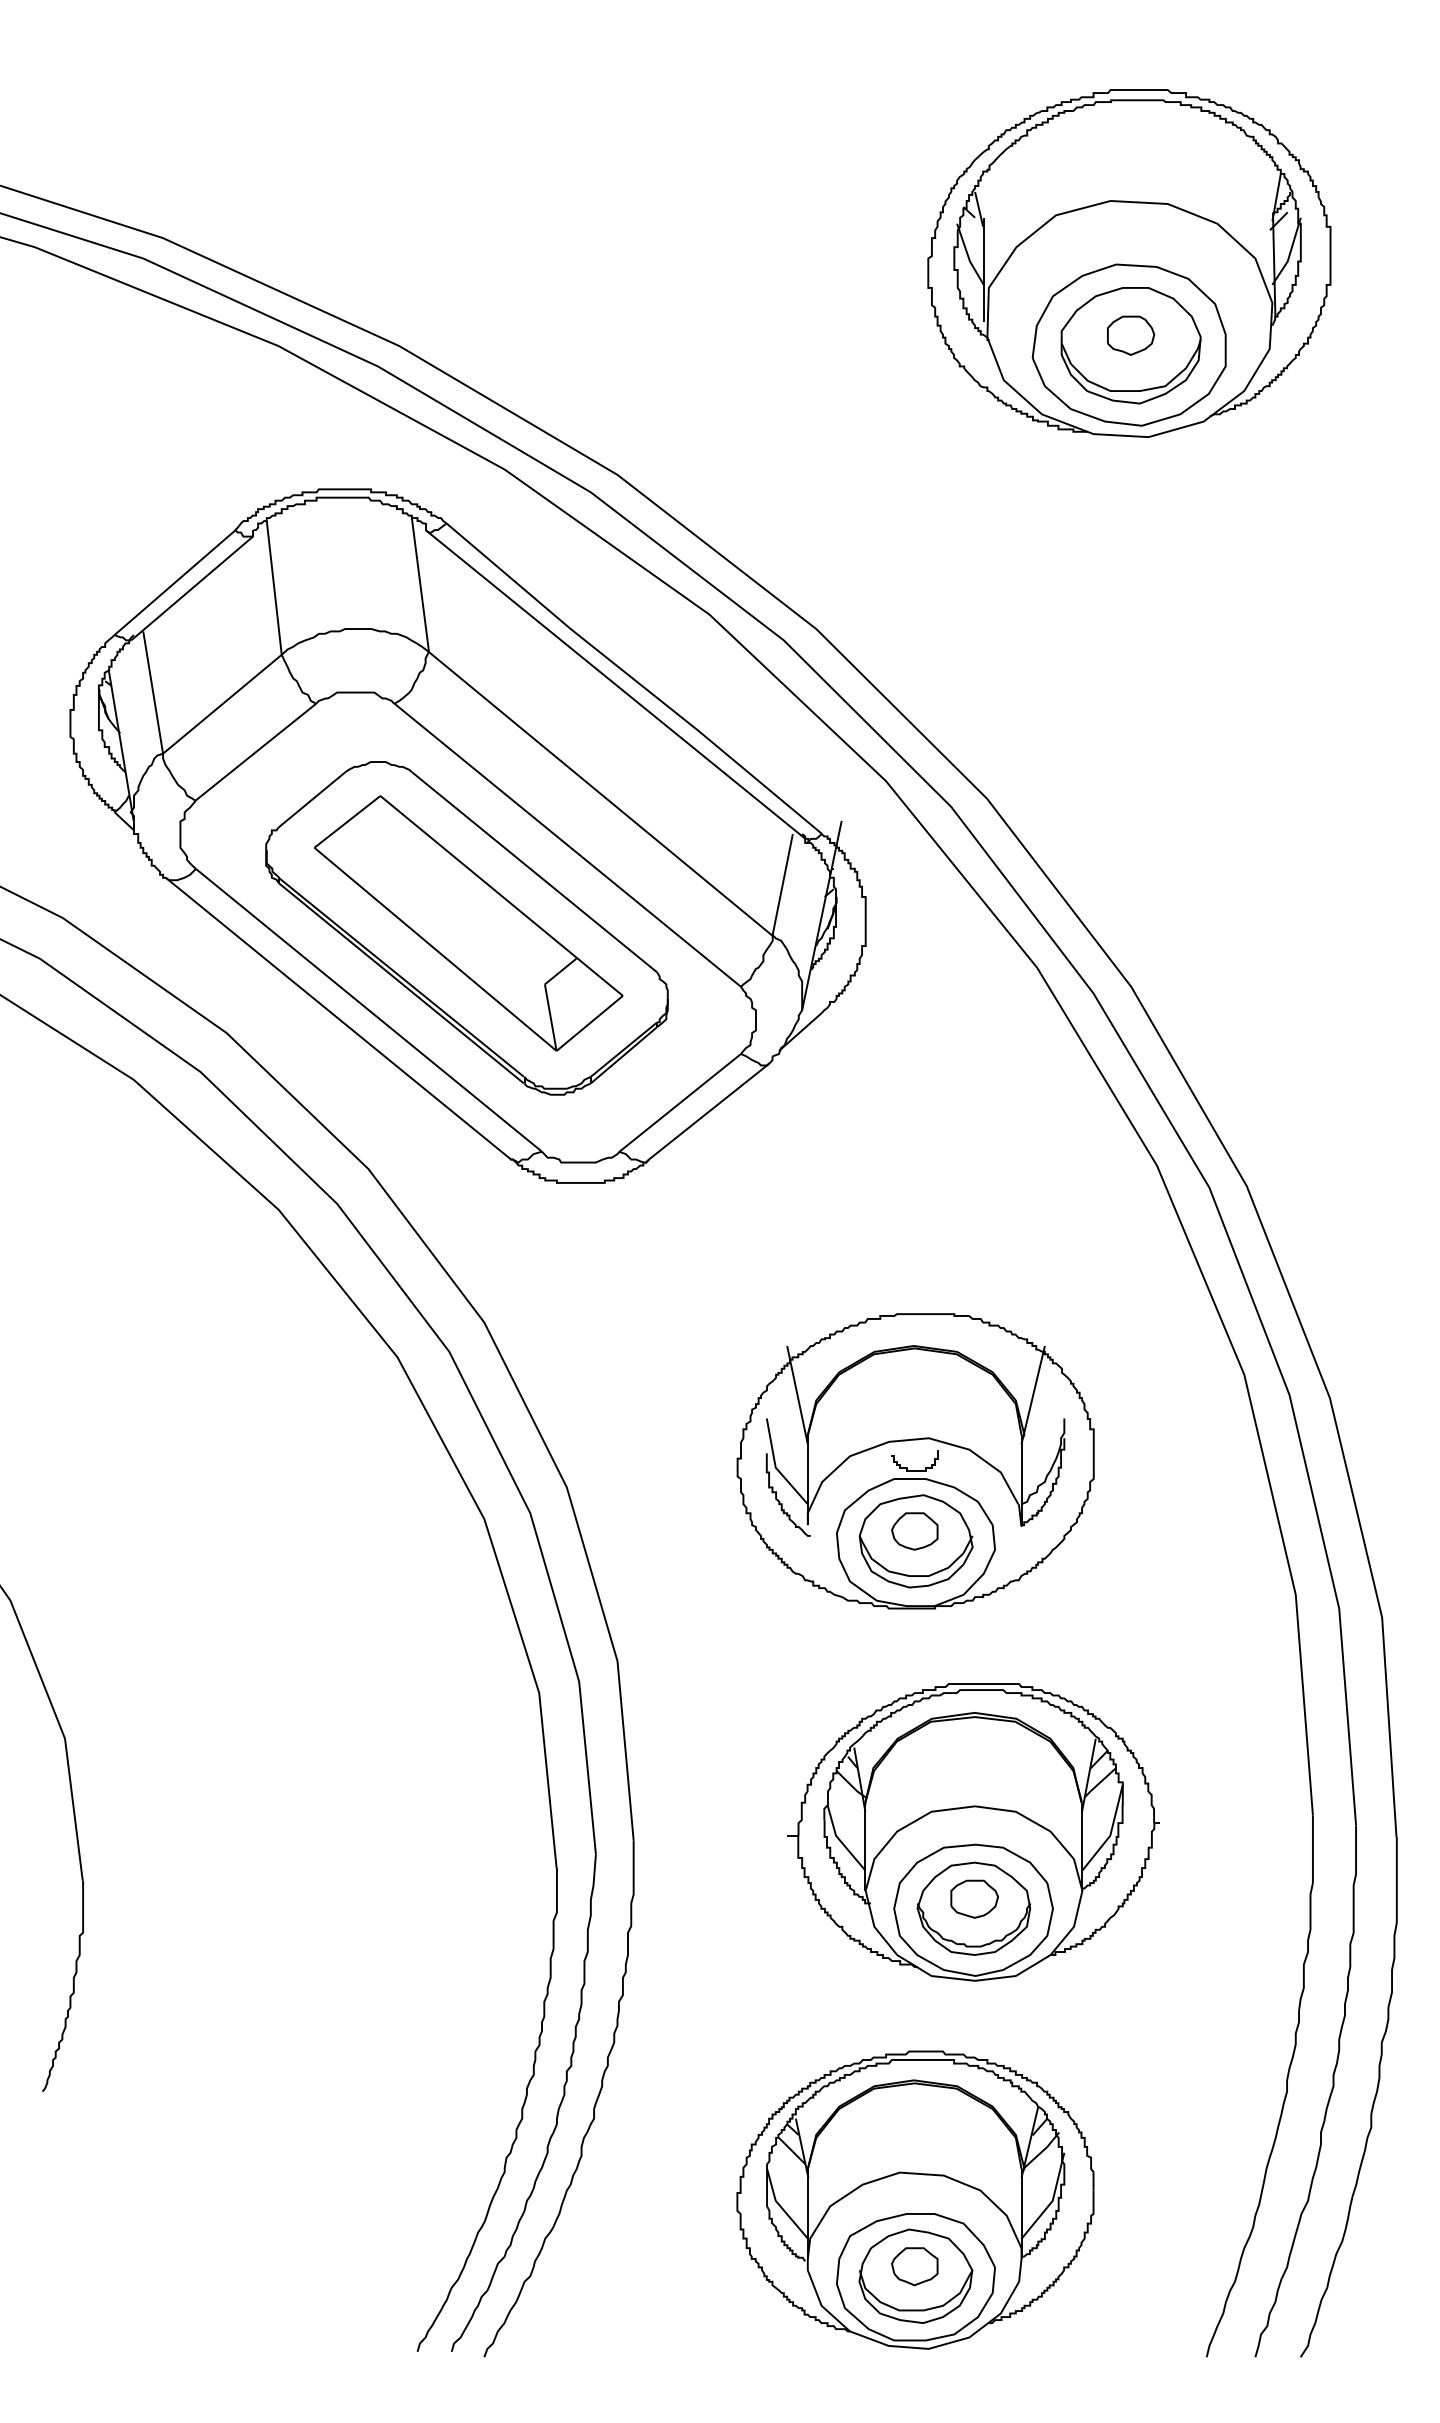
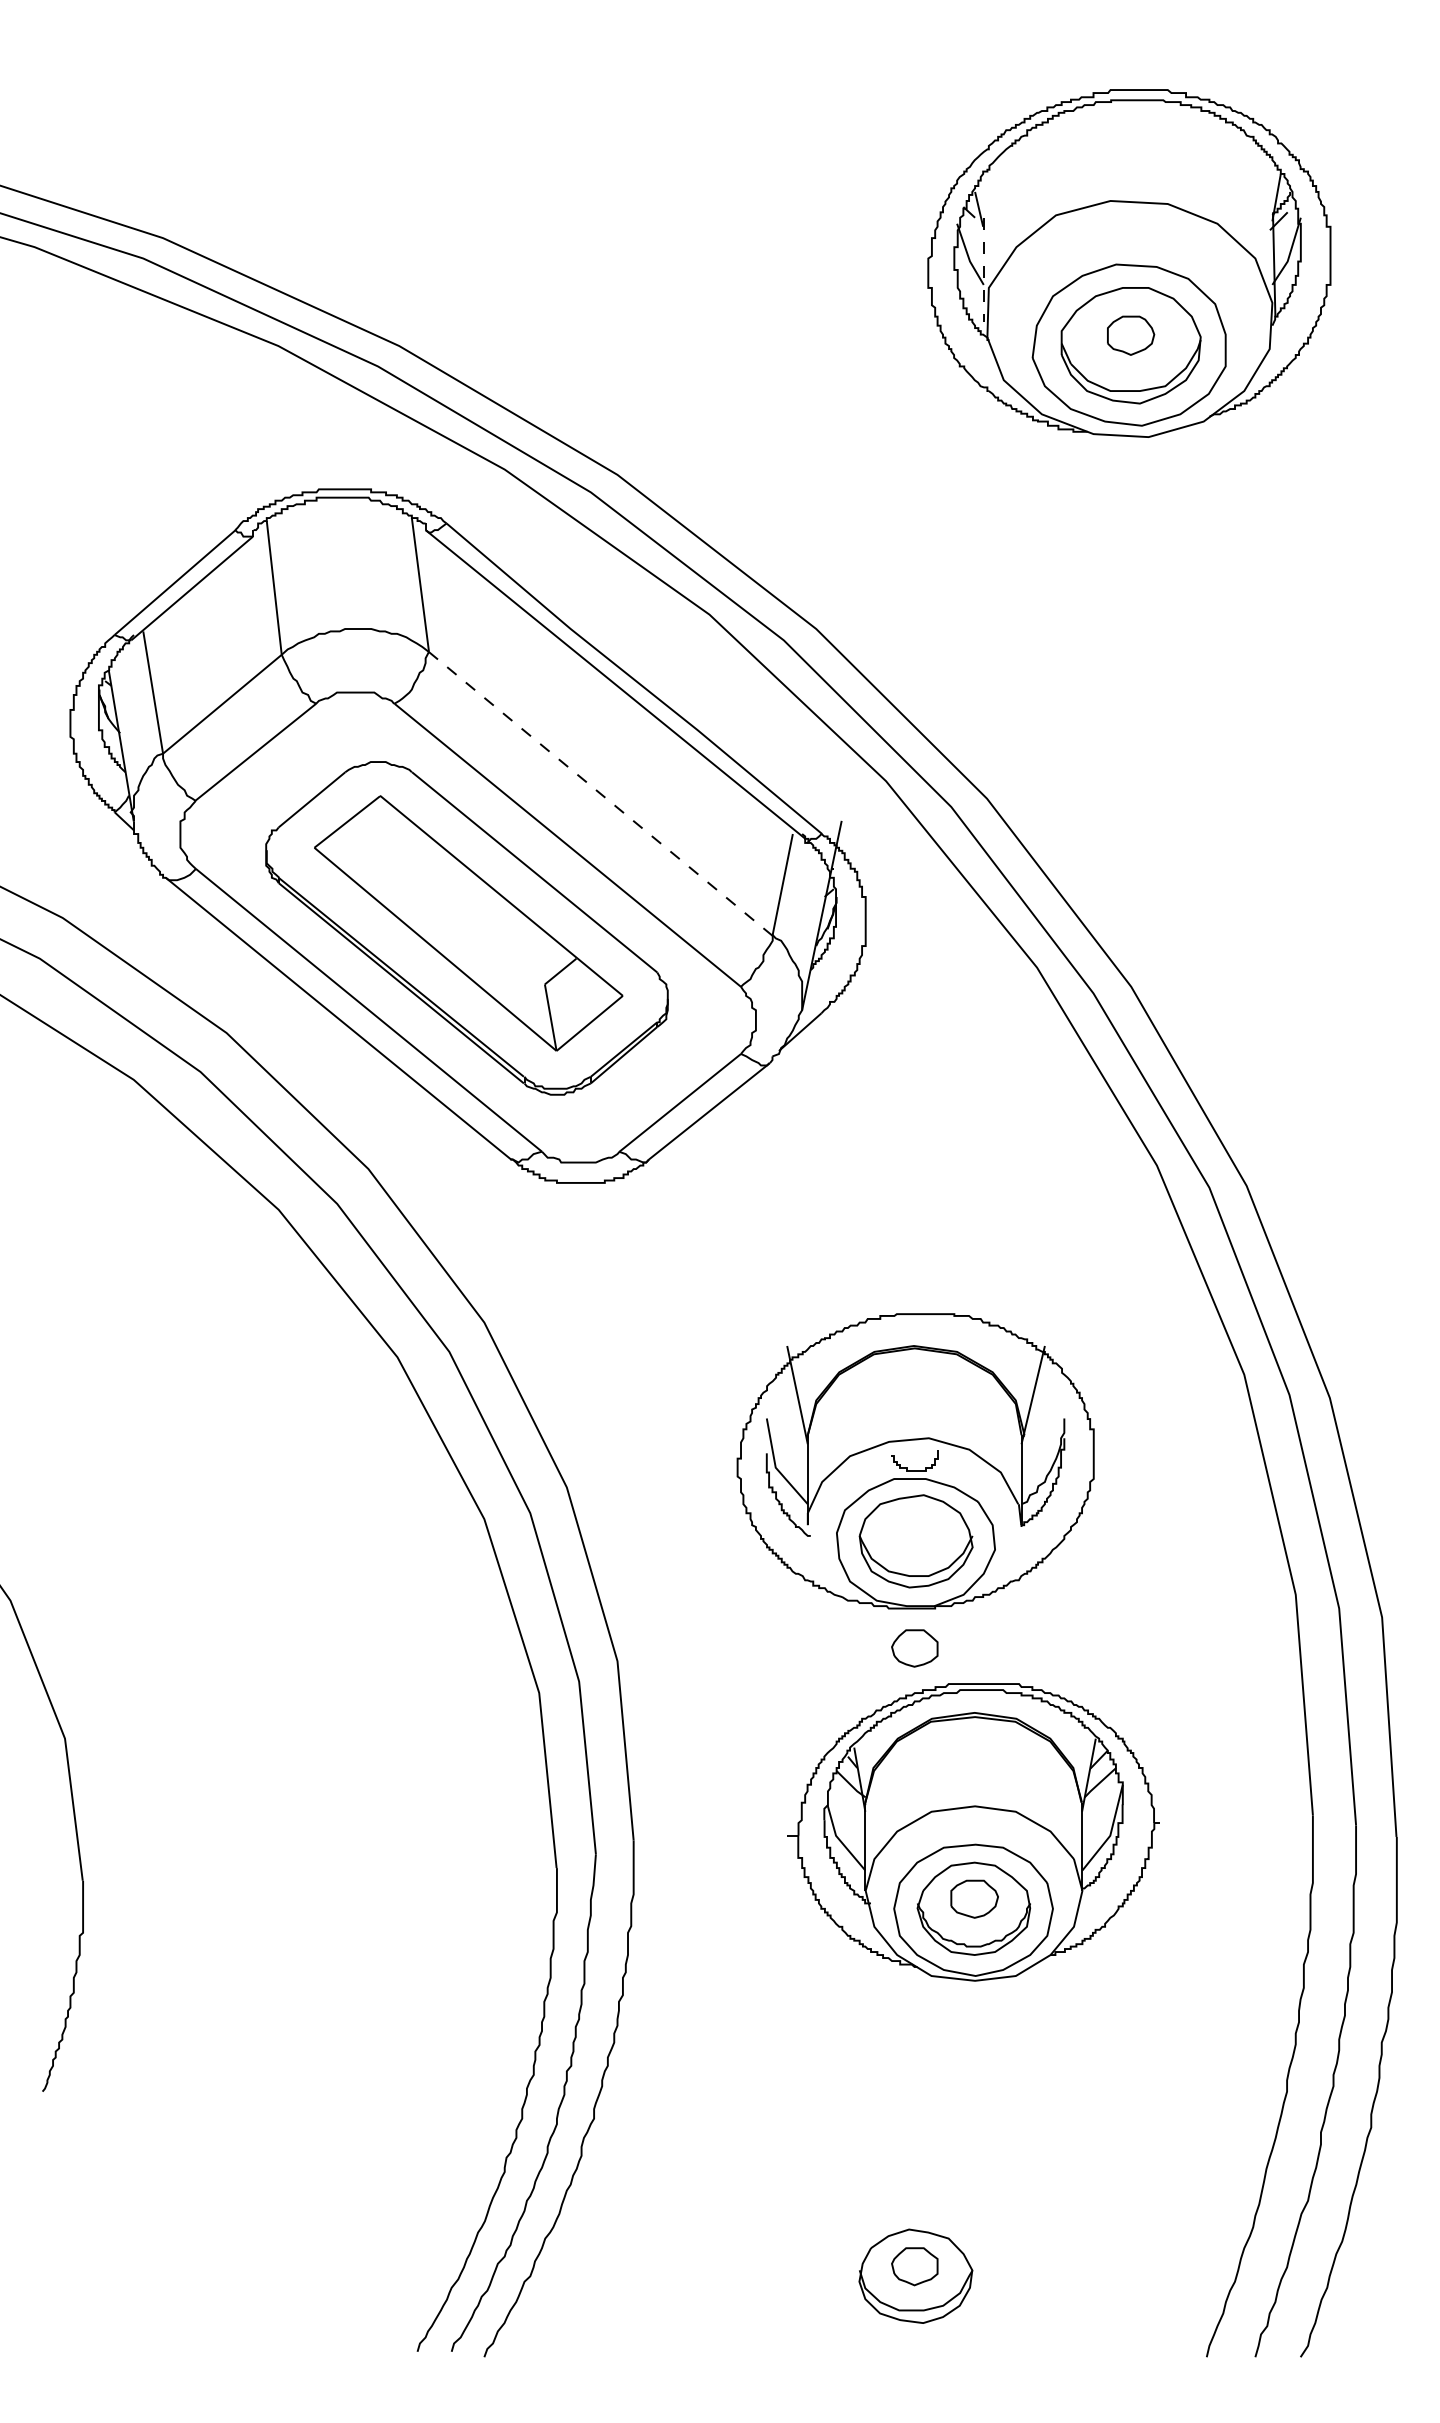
line at (983, 270): solid -> dashed
line at (601, 794): solid -> dashed
part at (914, 1531) position: (914, 1531) -> (914, 1648)
part at (915, 2199): present -> none
